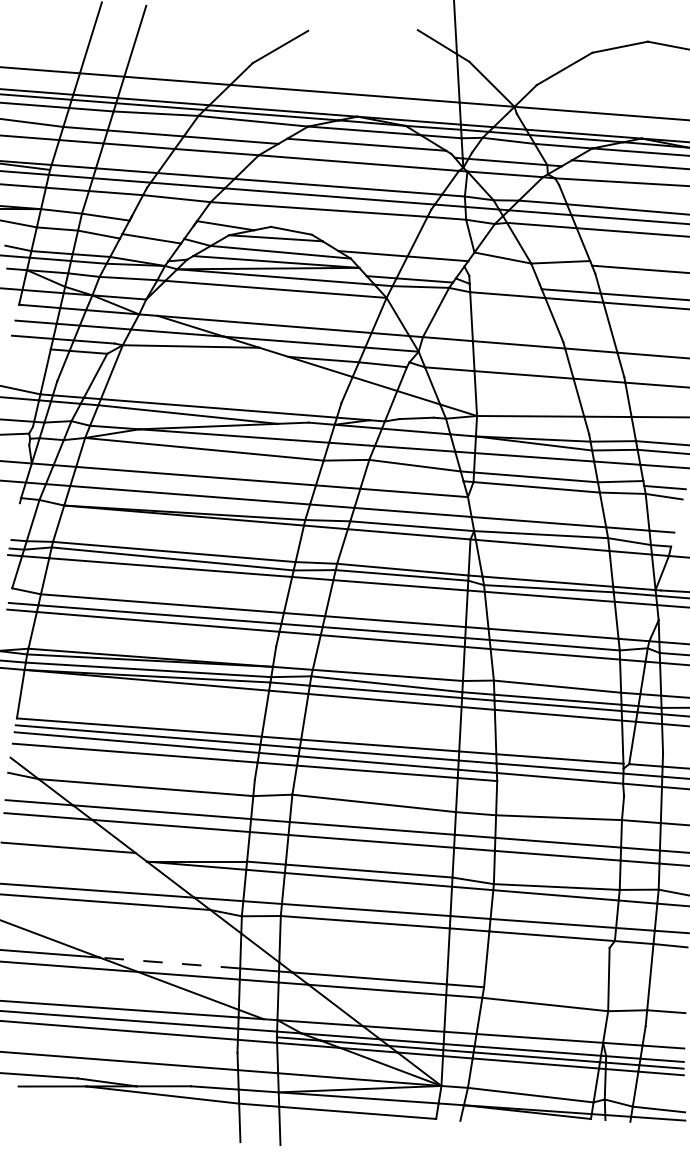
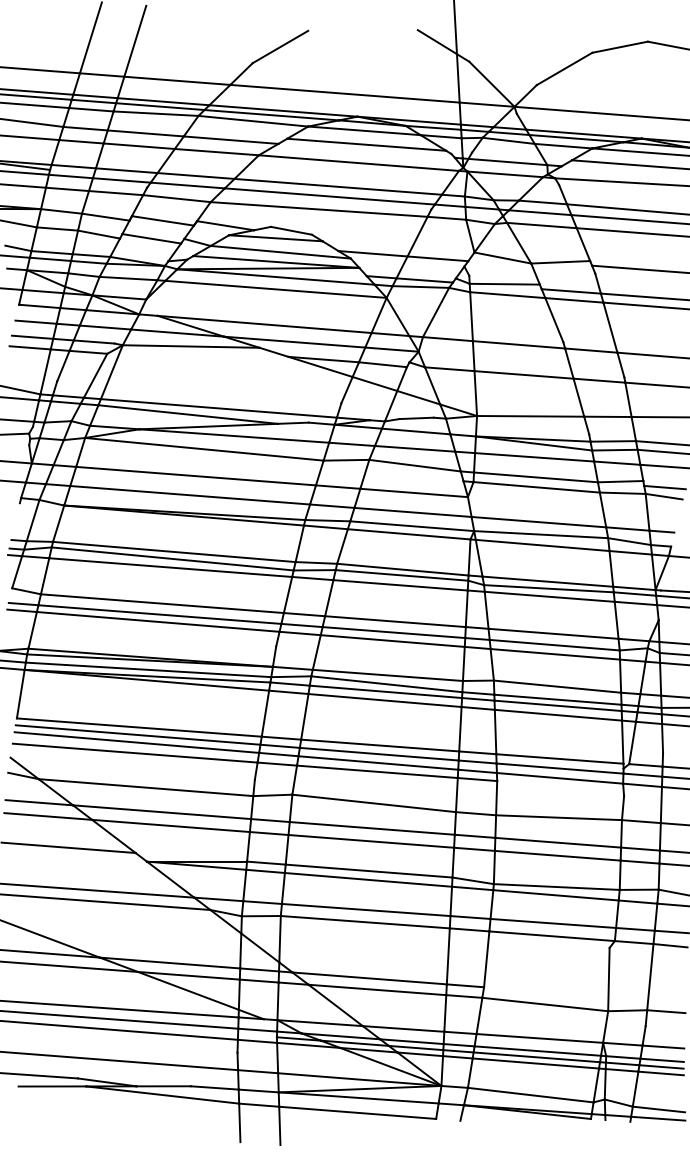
line at (162, 220): none -> present
line at (504, 283): none -> present
line at (29, 347): none -> present
line at (169, 963): dashed -> solid
